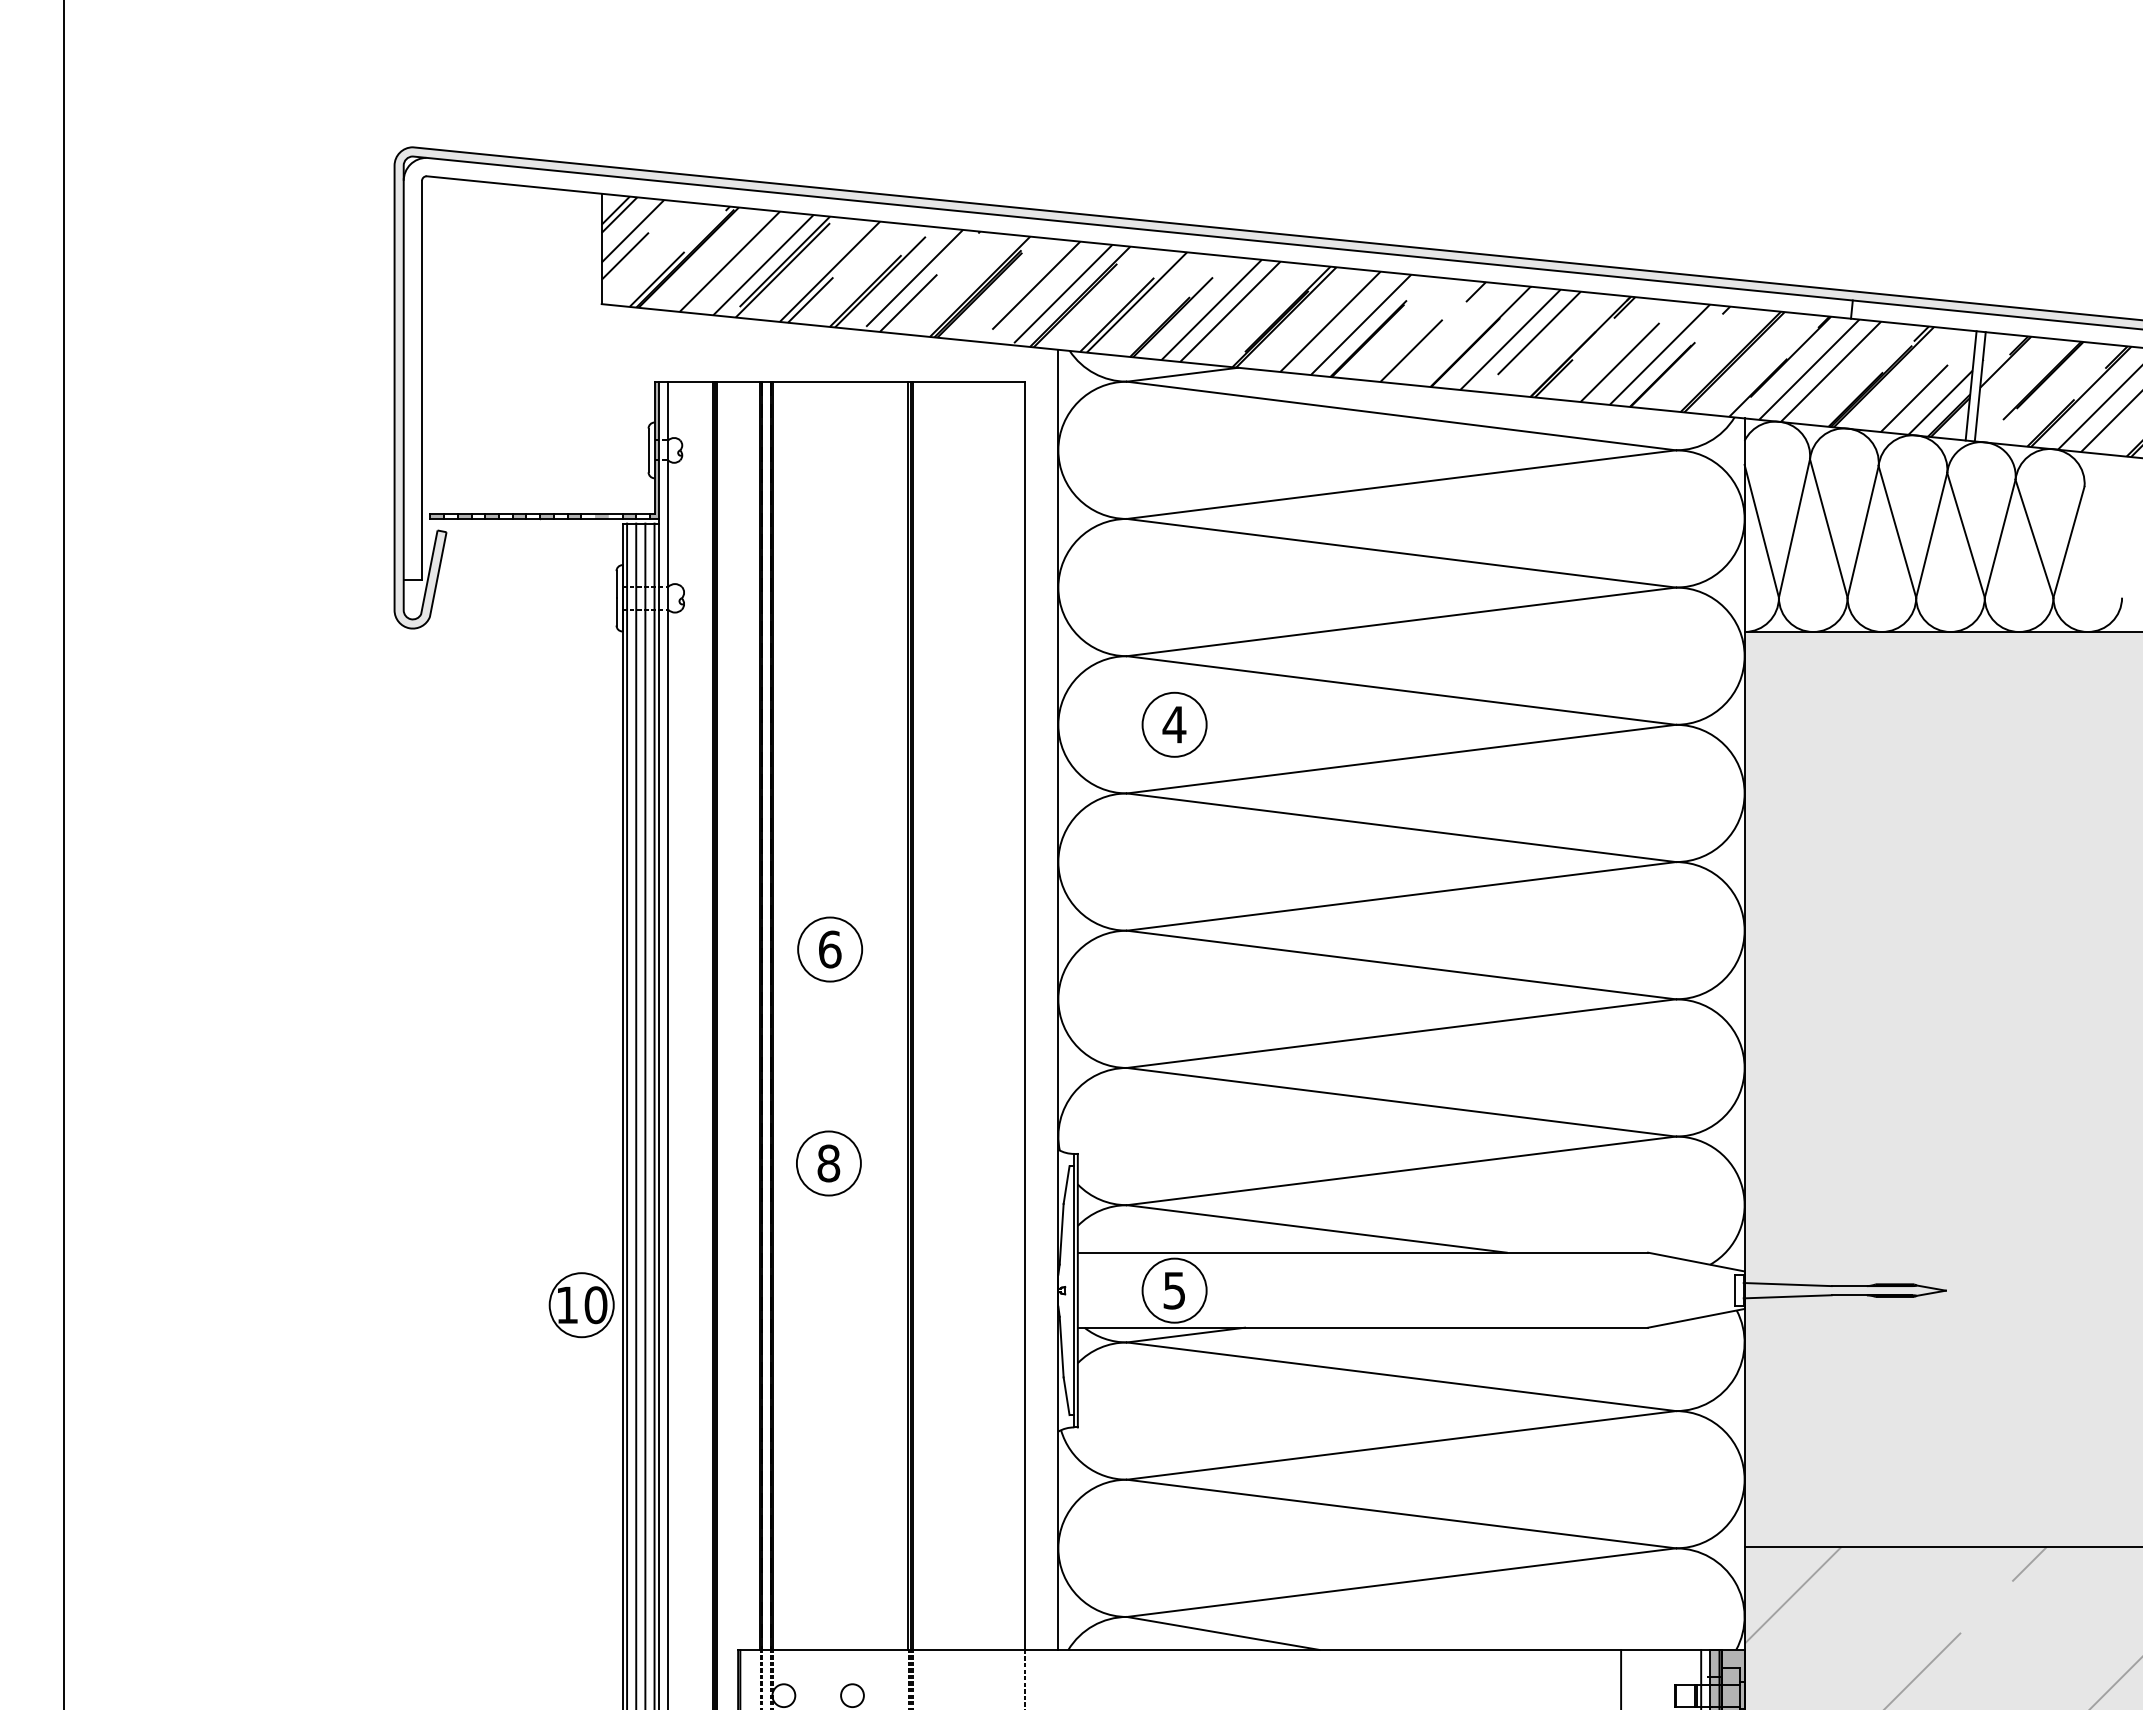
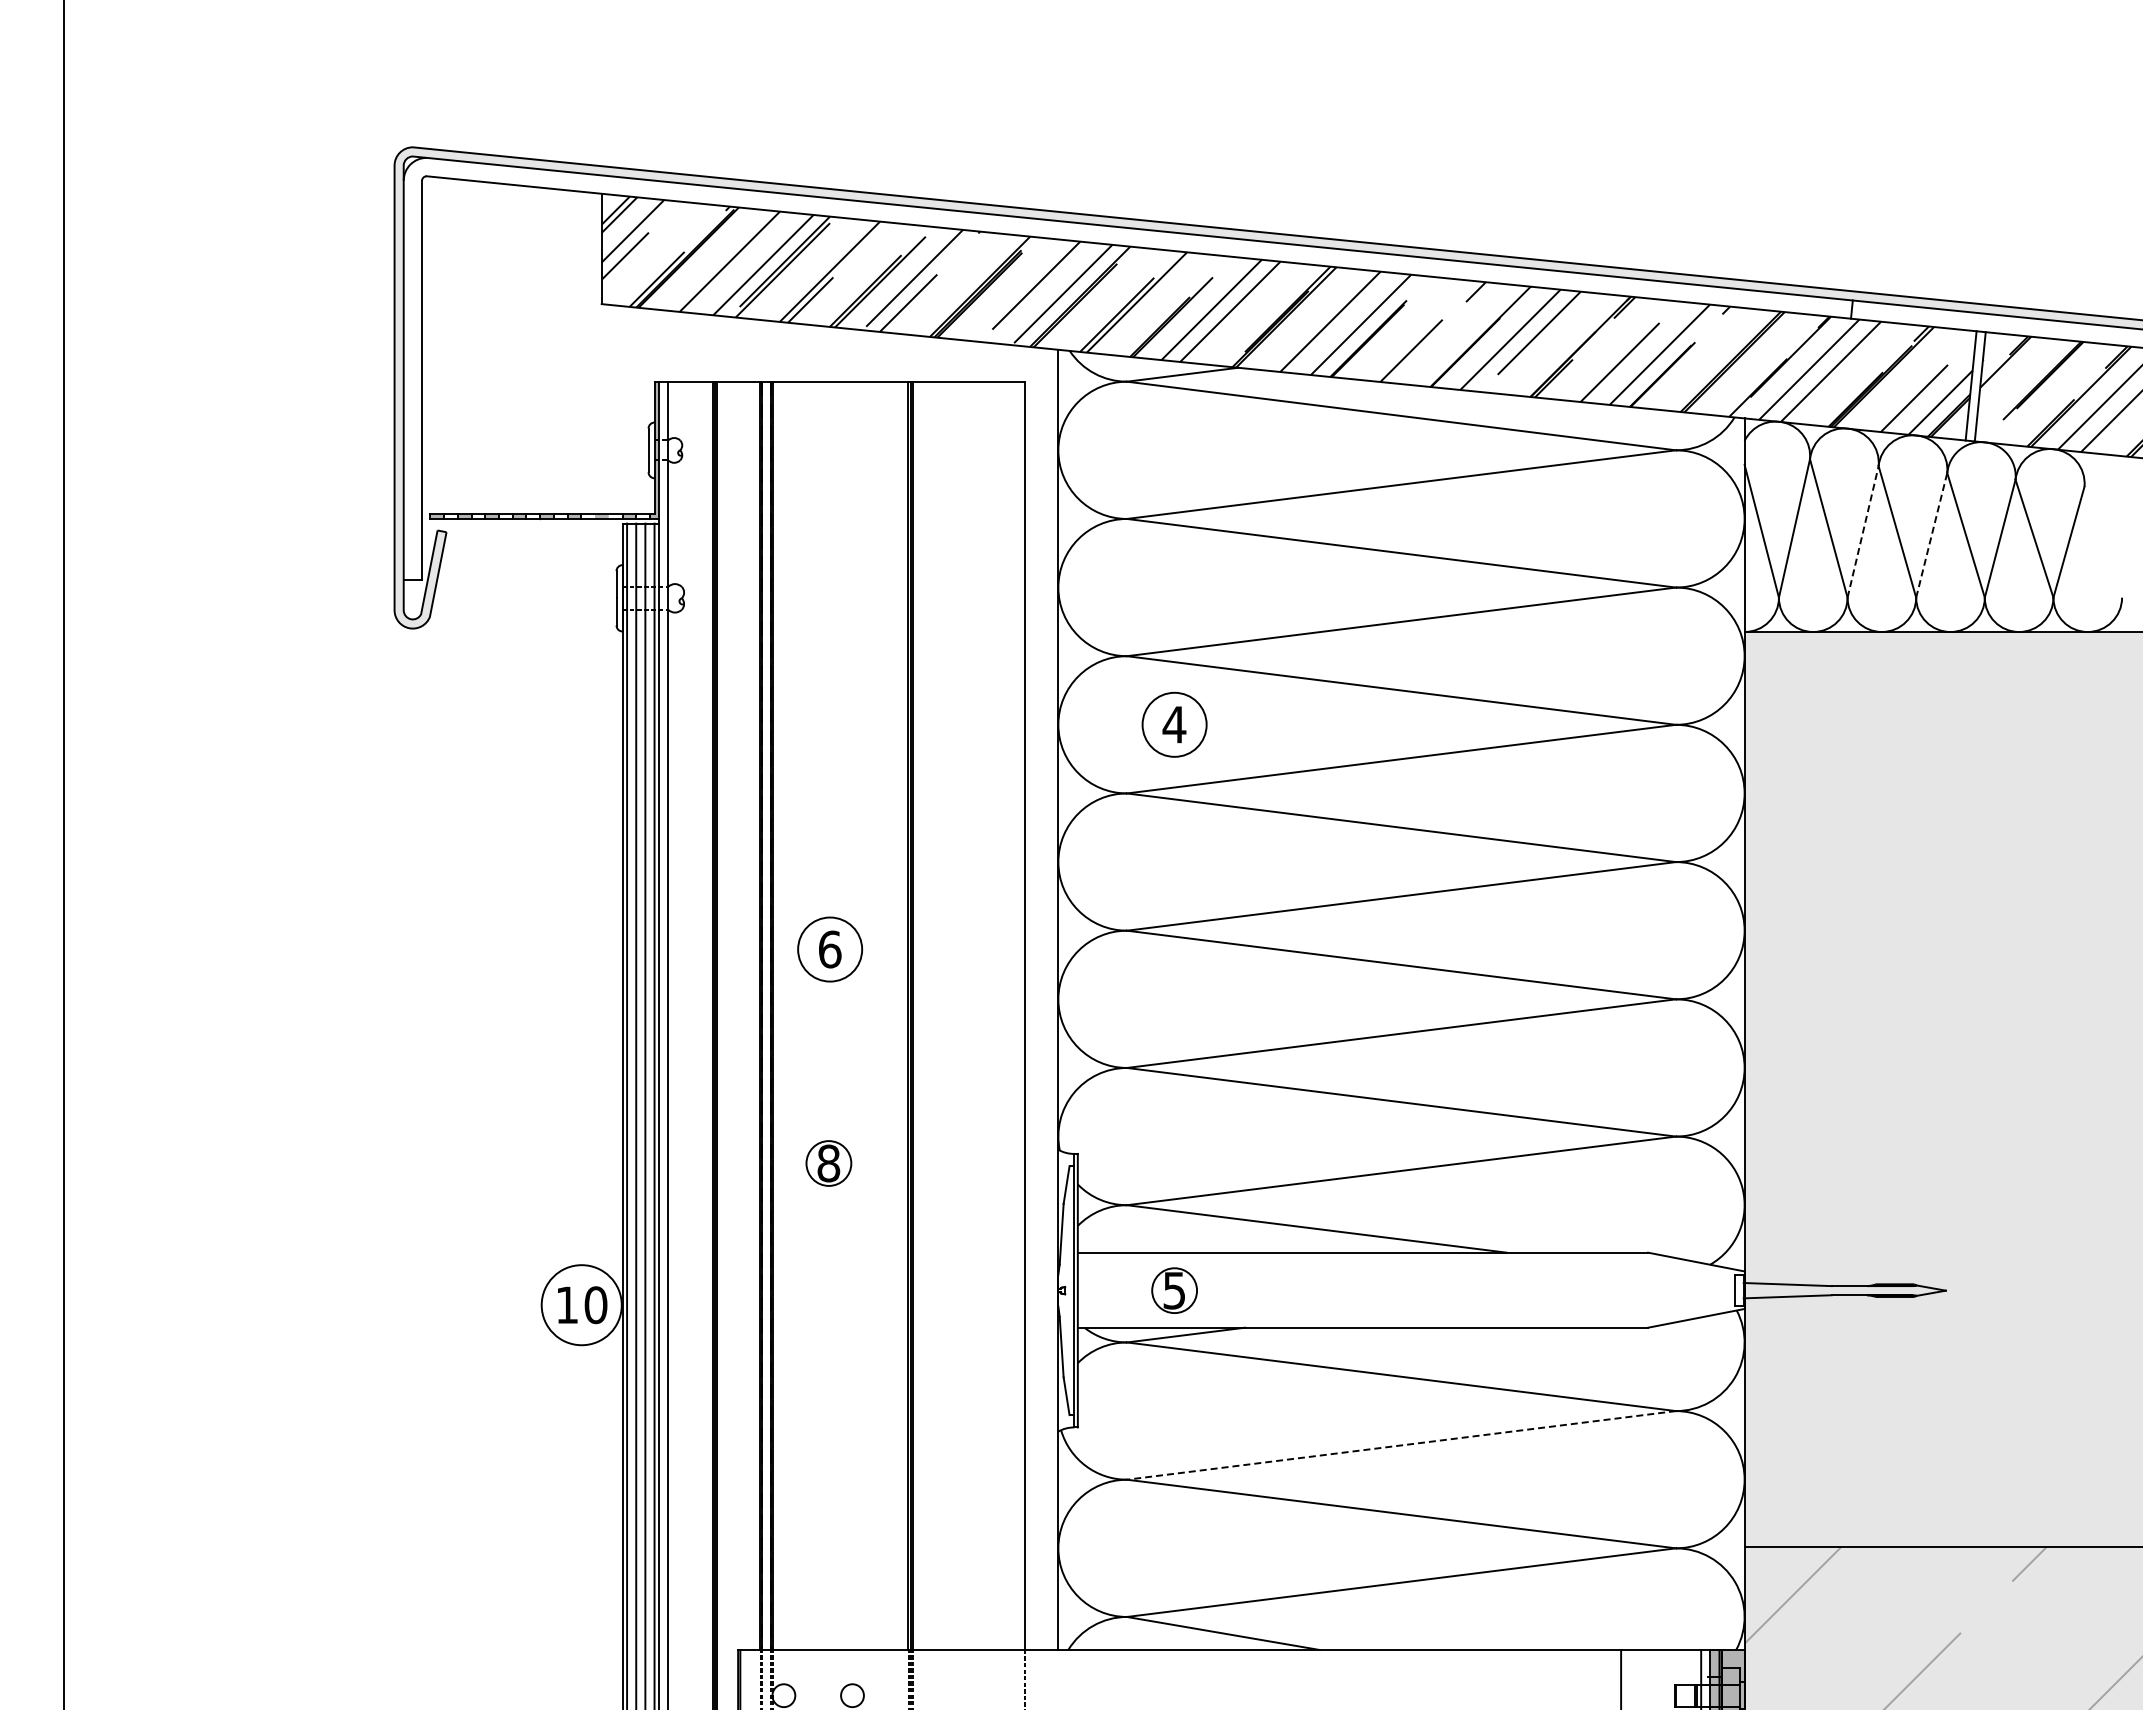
line at (1863, 531): solid -> dashed
line at (1931, 534): solid -> dashed
circle at (828, 1163) diameter: 64 px -> 45 px
circle at (1174, 1290) diameter: 64 px -> 45 px
circle at (581, 1305) diameter: 64 px -> 80 px
line at (1401, 1445): solid -> dashed
